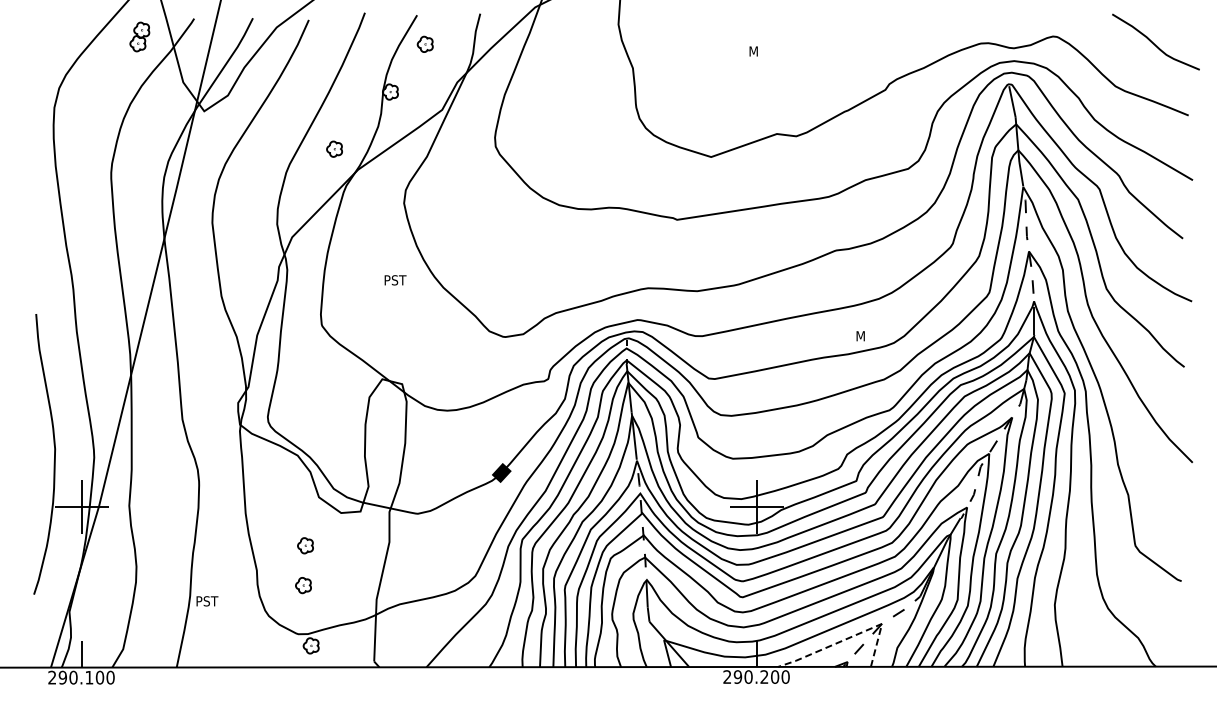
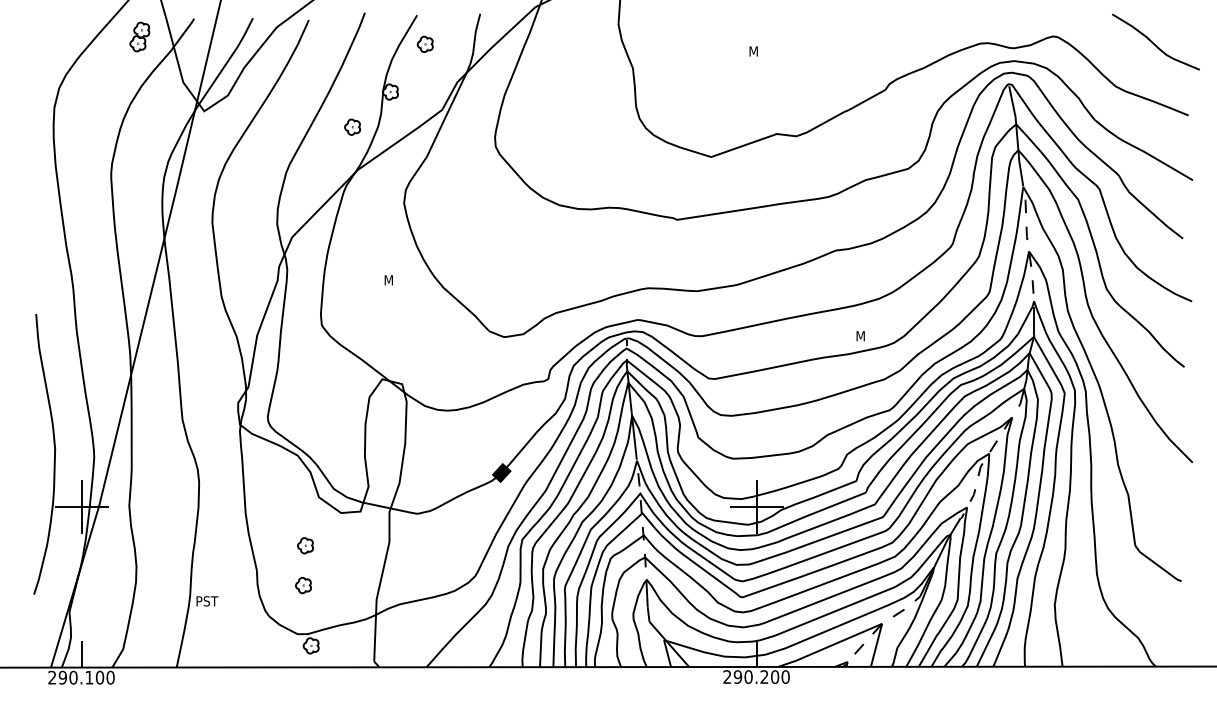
part at (334, 148) position: (334, 148) -> (352, 126)
text at (395, 280): PST -> M
line at (850, 637): dashed -> solid
